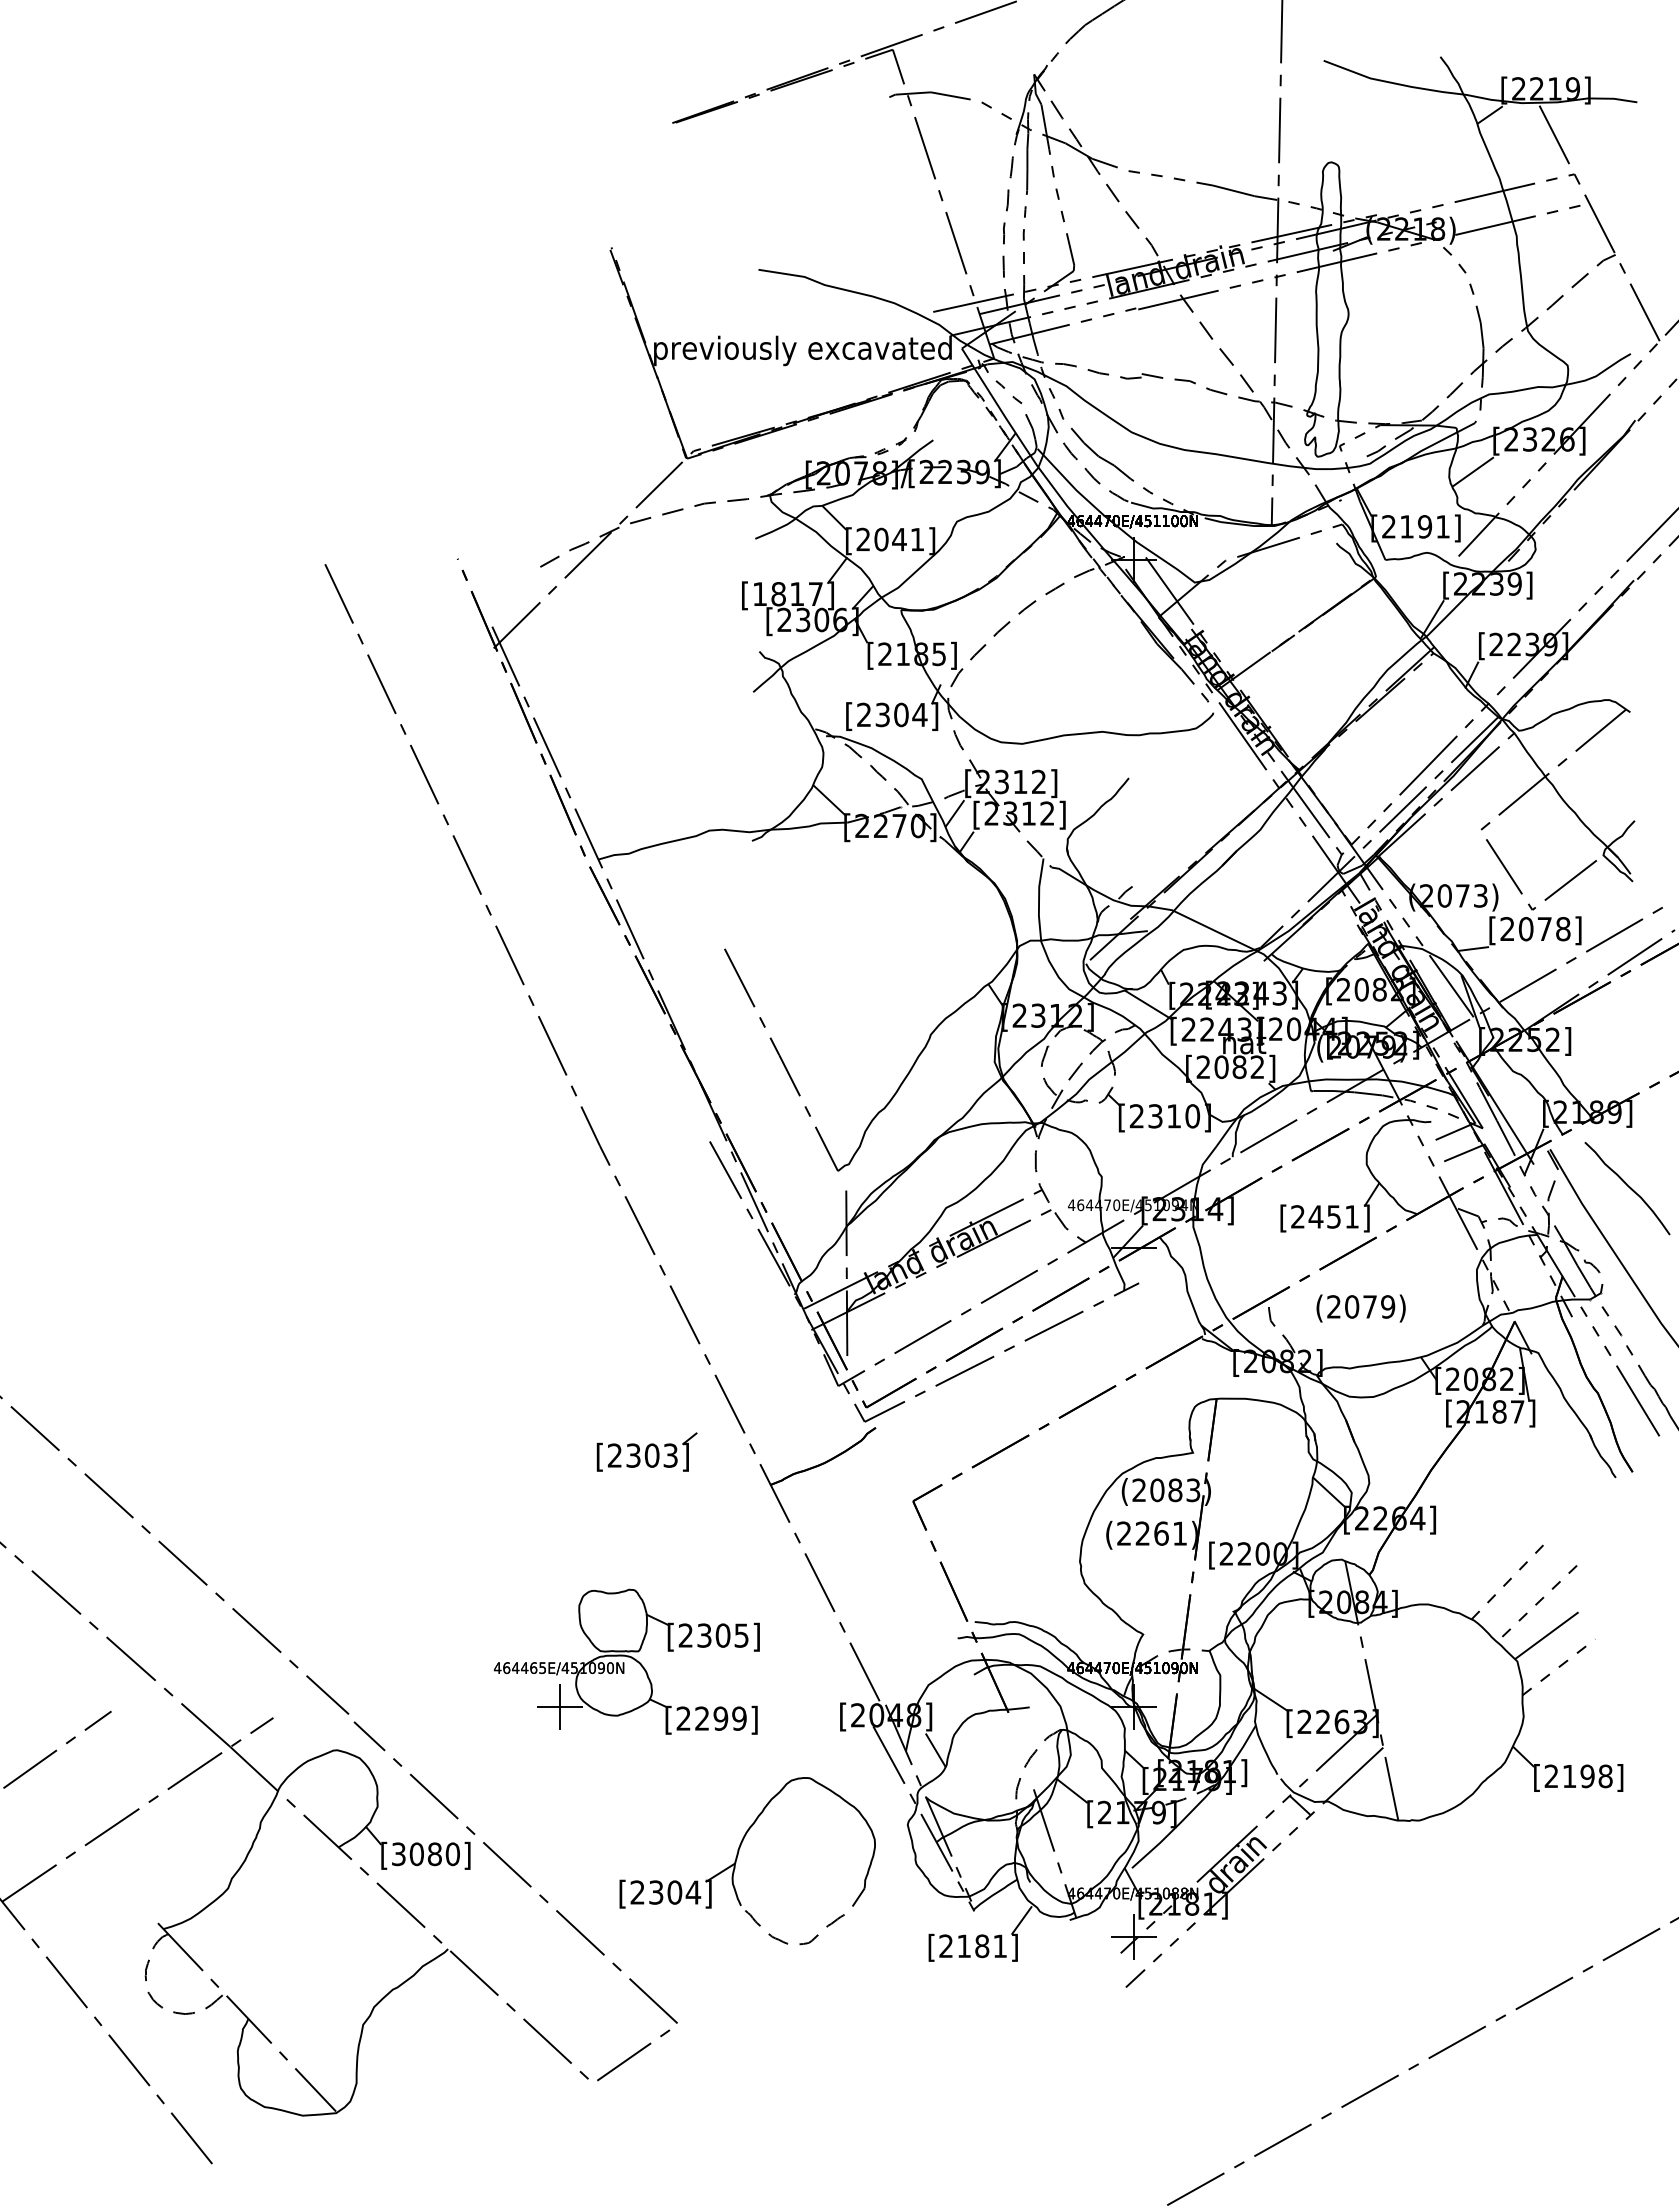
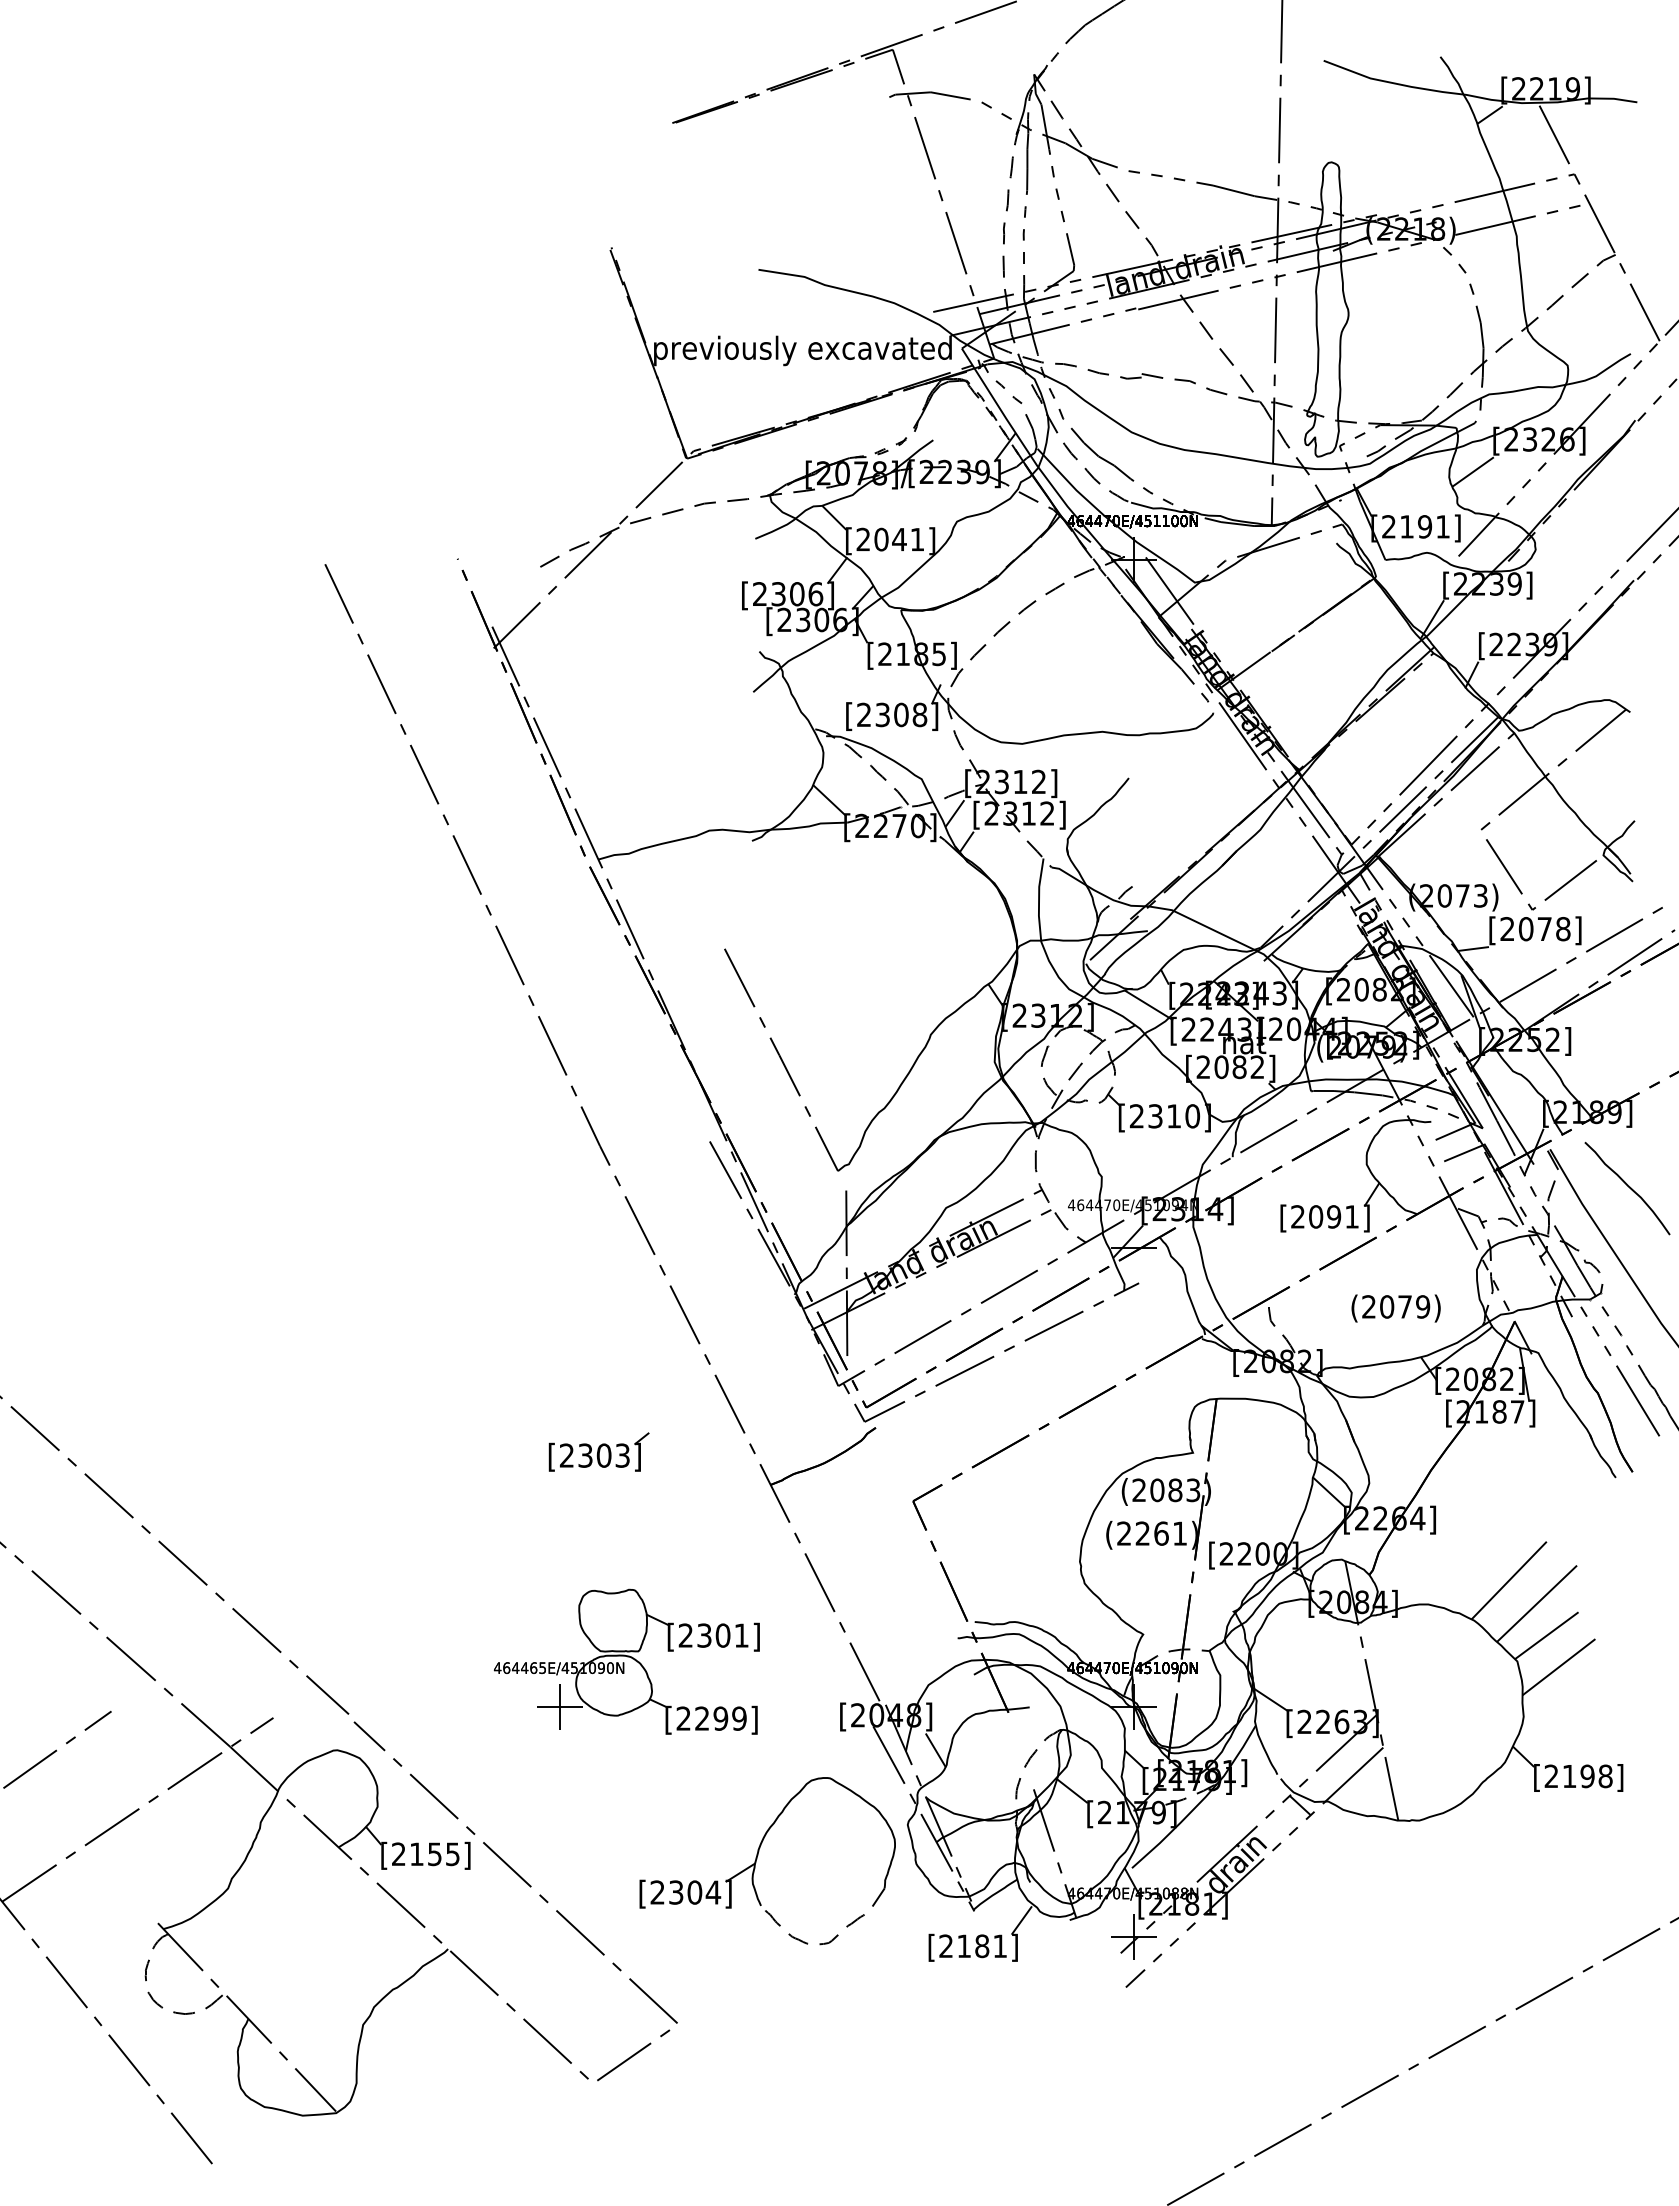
text at (788, 594): [1817] -> [2306]
text at (919, 714): [2304] -> [2308]
text at (1324, 1216): [2451] -> [2091]
text at (1360, 1308) position: (1360, 1308) -> (1395, 1308)
part at (646, 1451) position: (646, 1451) -> (598, 1451)
line at (1509, 1580): dashed -> solid
line at (1536, 1604): dashed -> solid
text at (741, 1635): [2305] -> [2301]
line at (1558, 1667): dashed -> solid
text at (425, 1854): [3080] -> [2155]
part at (737, 1859) position: (737, 1859) -> (757, 1859)
